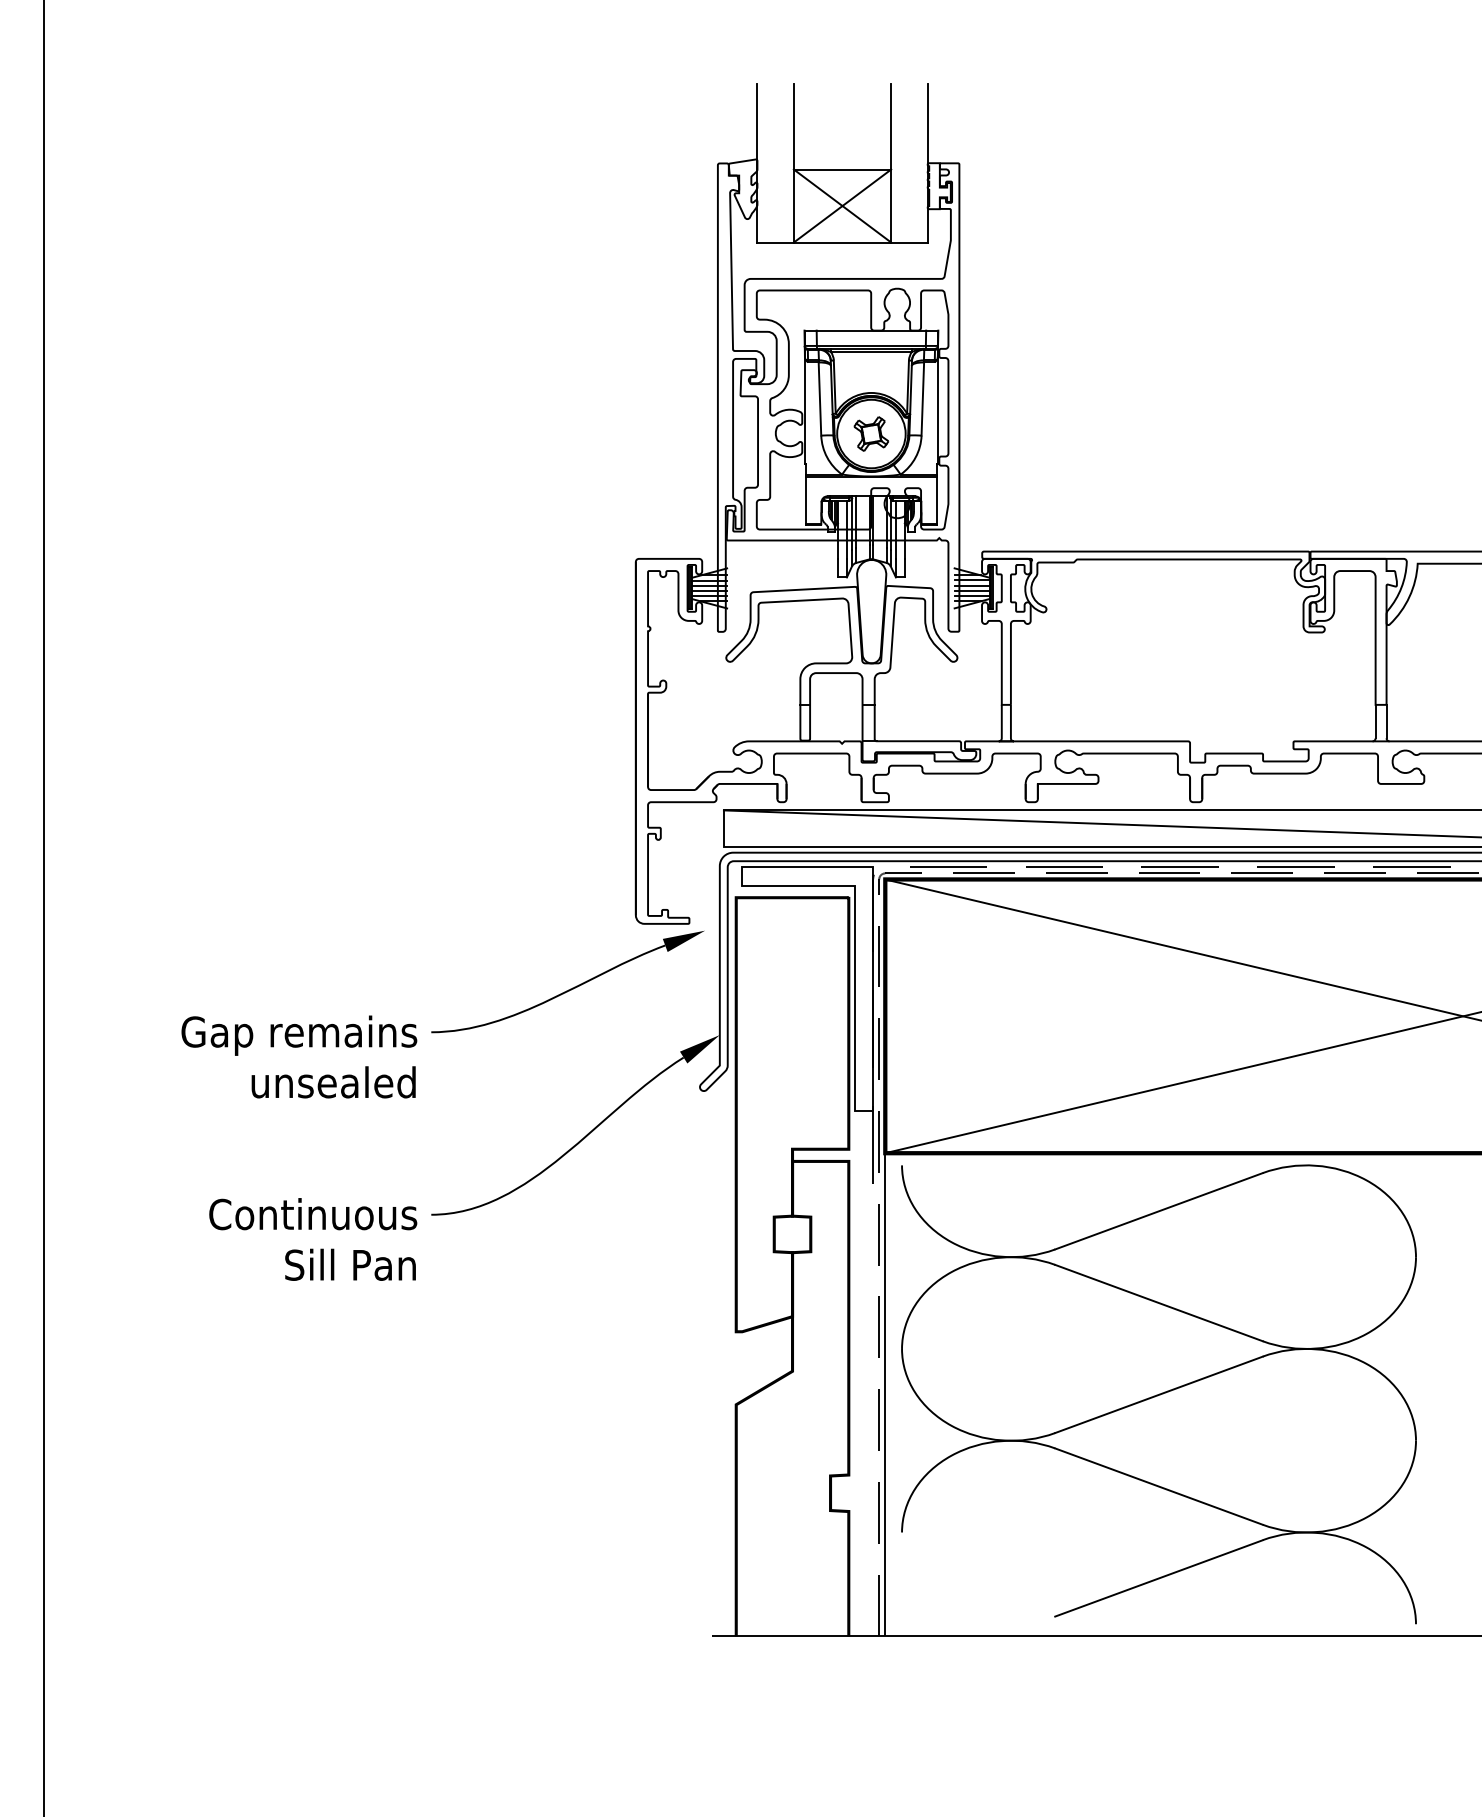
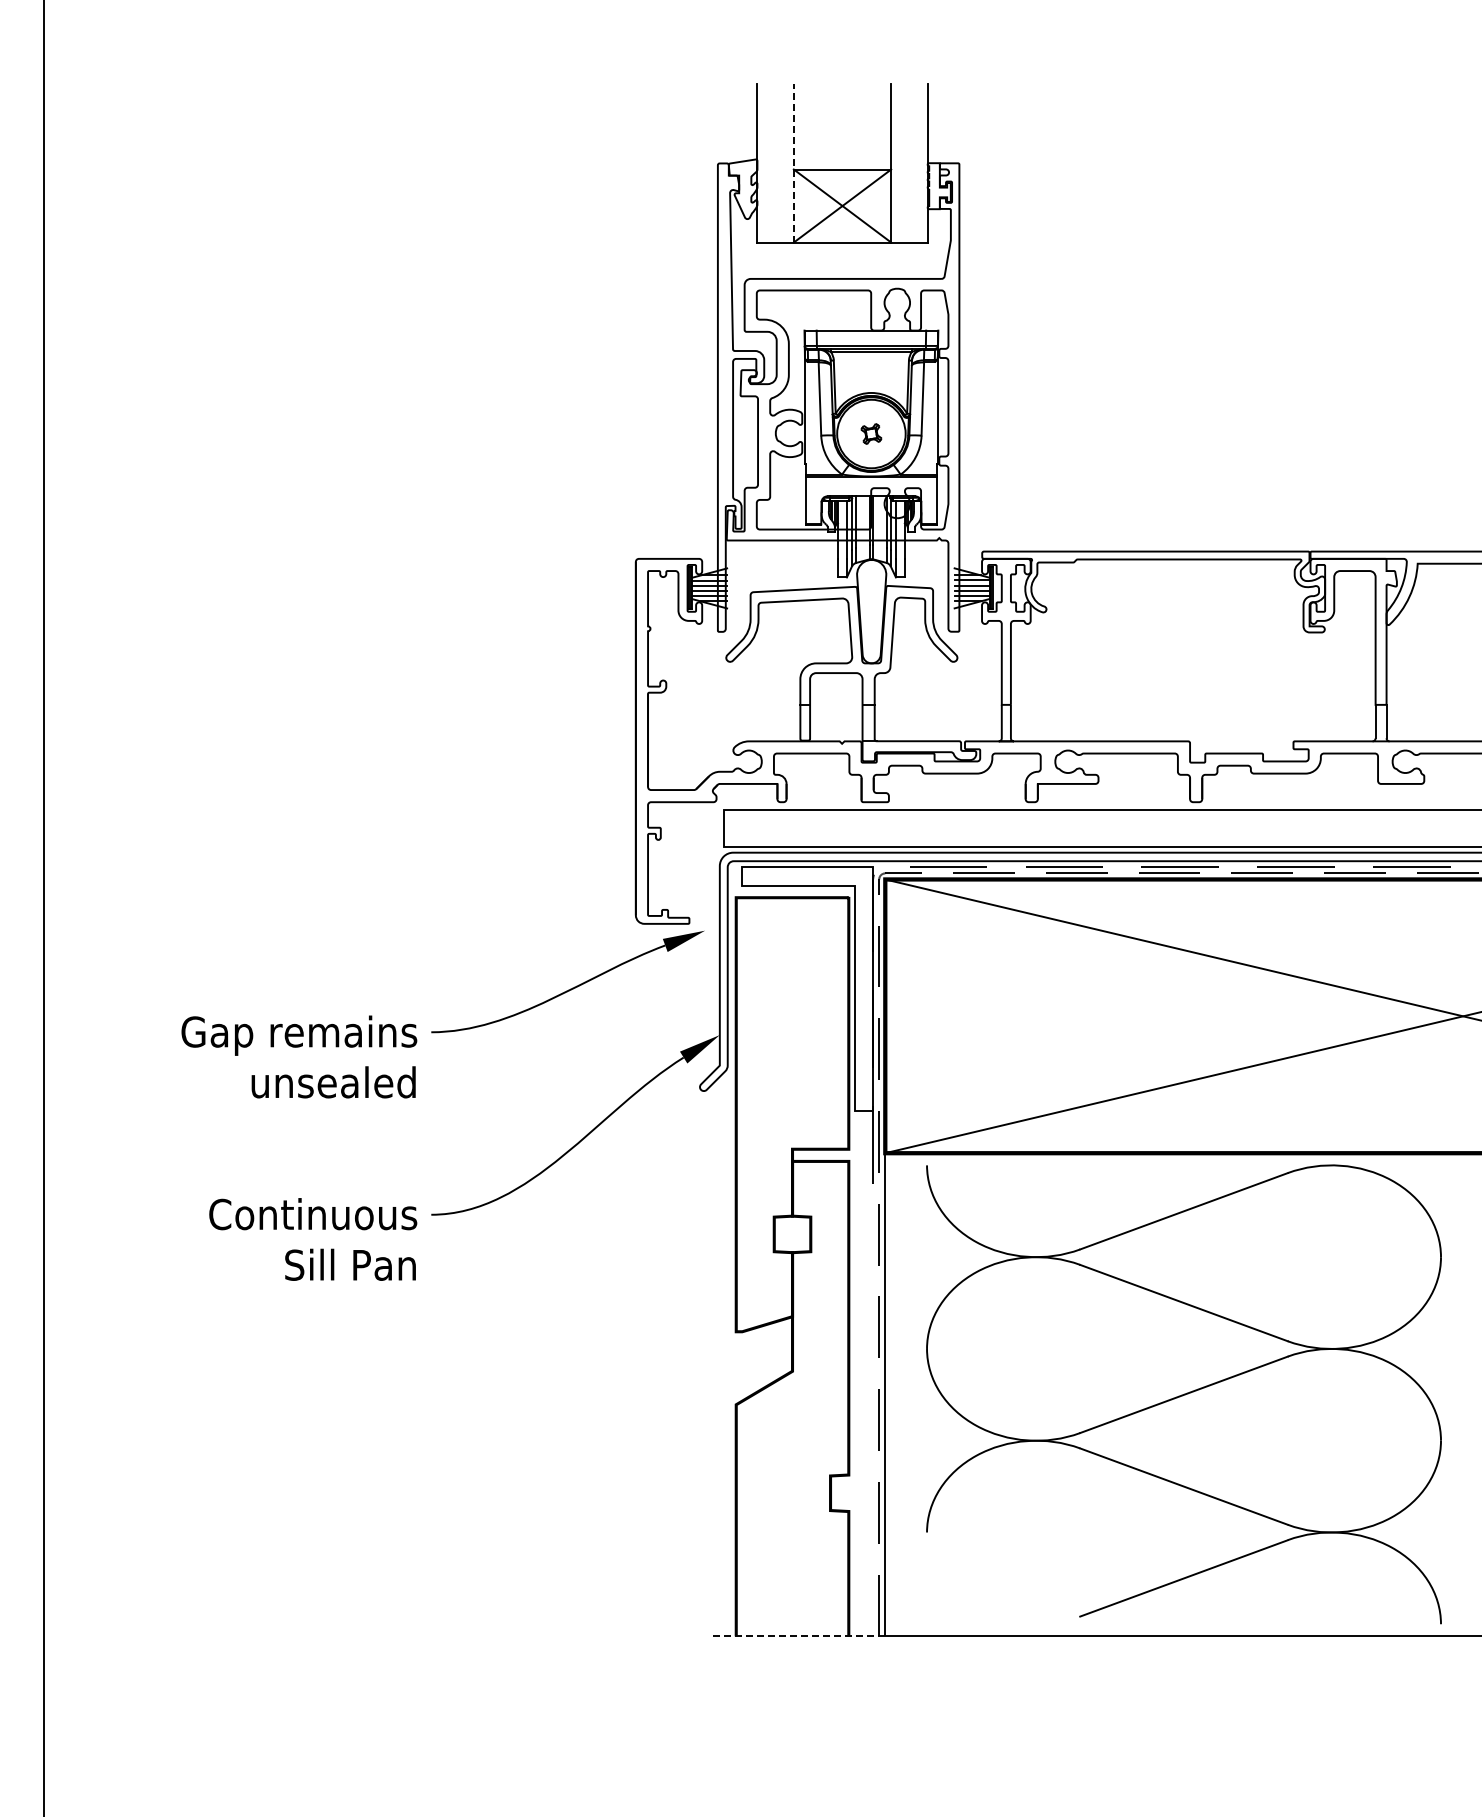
line at (793, 162): solid -> dashed
part at (871, 433) size: 37x36 px -> 23x22 px
line at (1100, 823): present -> none
part at (1158, 1394) position: (1158, 1394) -> (1183, 1394)
line at (798, 1636): solid -> dashed
